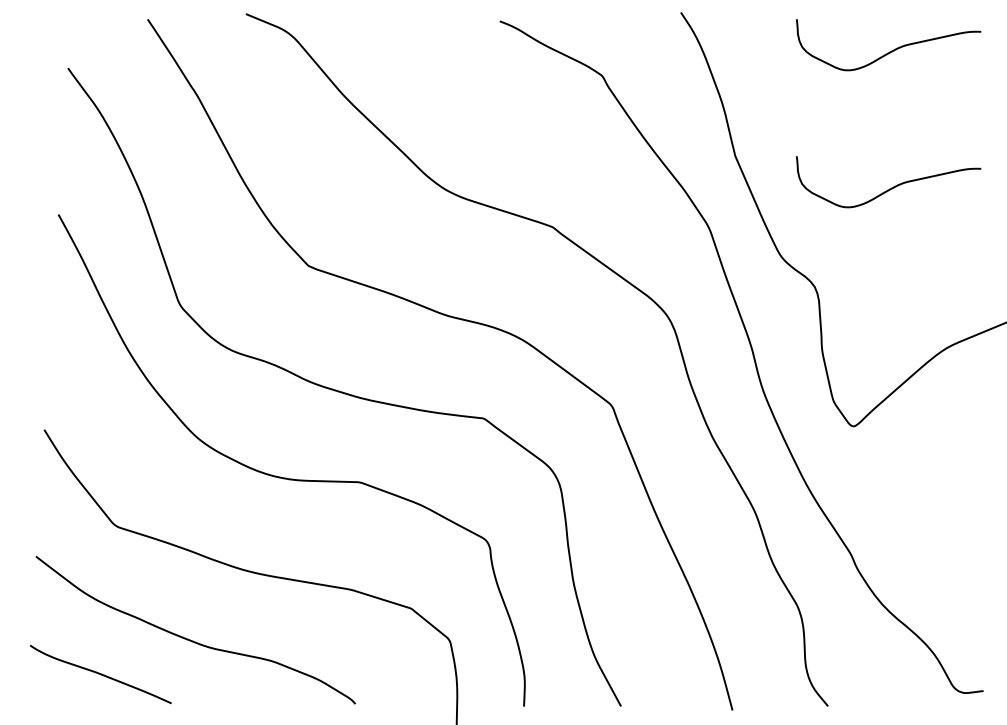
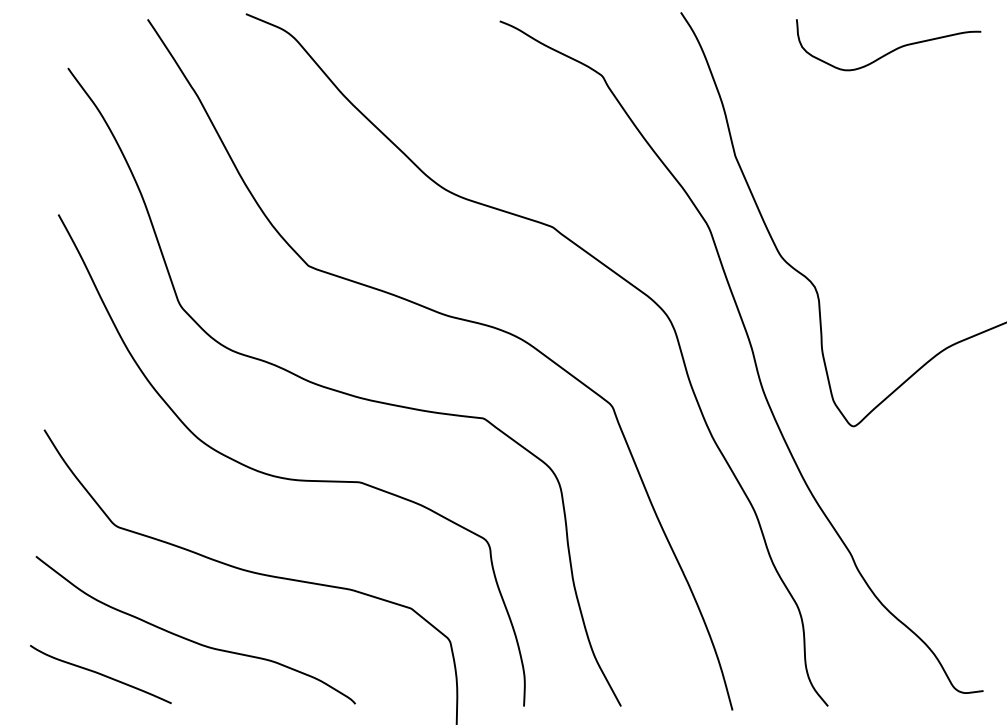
curve at (891, 187): present -> none
